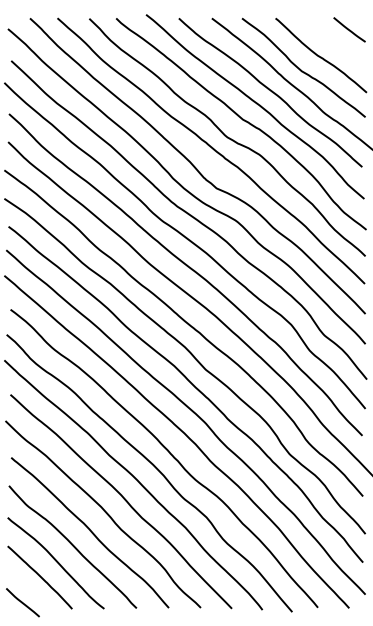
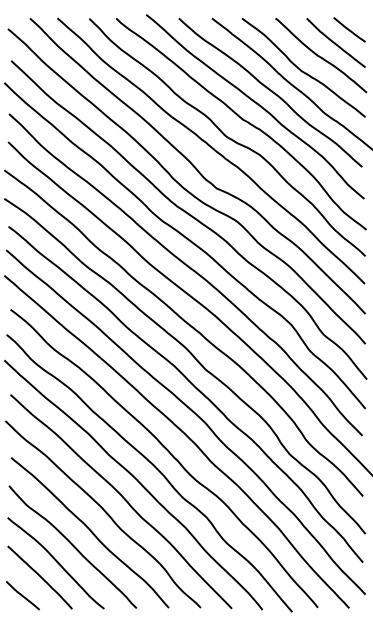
curve at (335, 42): none -> present
line at (22, 602) position: (22, 602) -> (22, 595)
